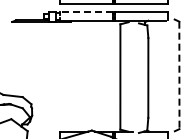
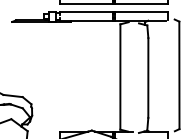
line at (86, 11): dashed -> solid
line at (179, 75): dashed -> solid
